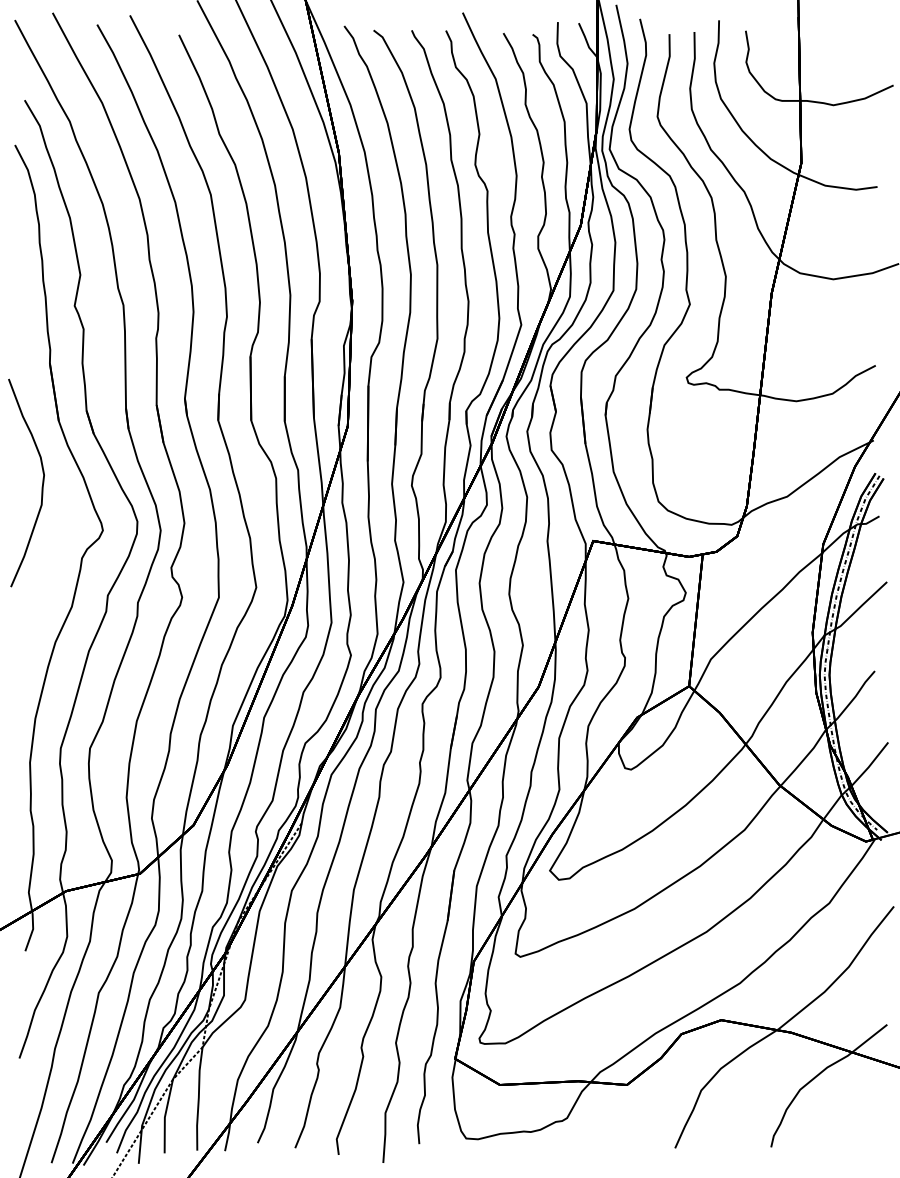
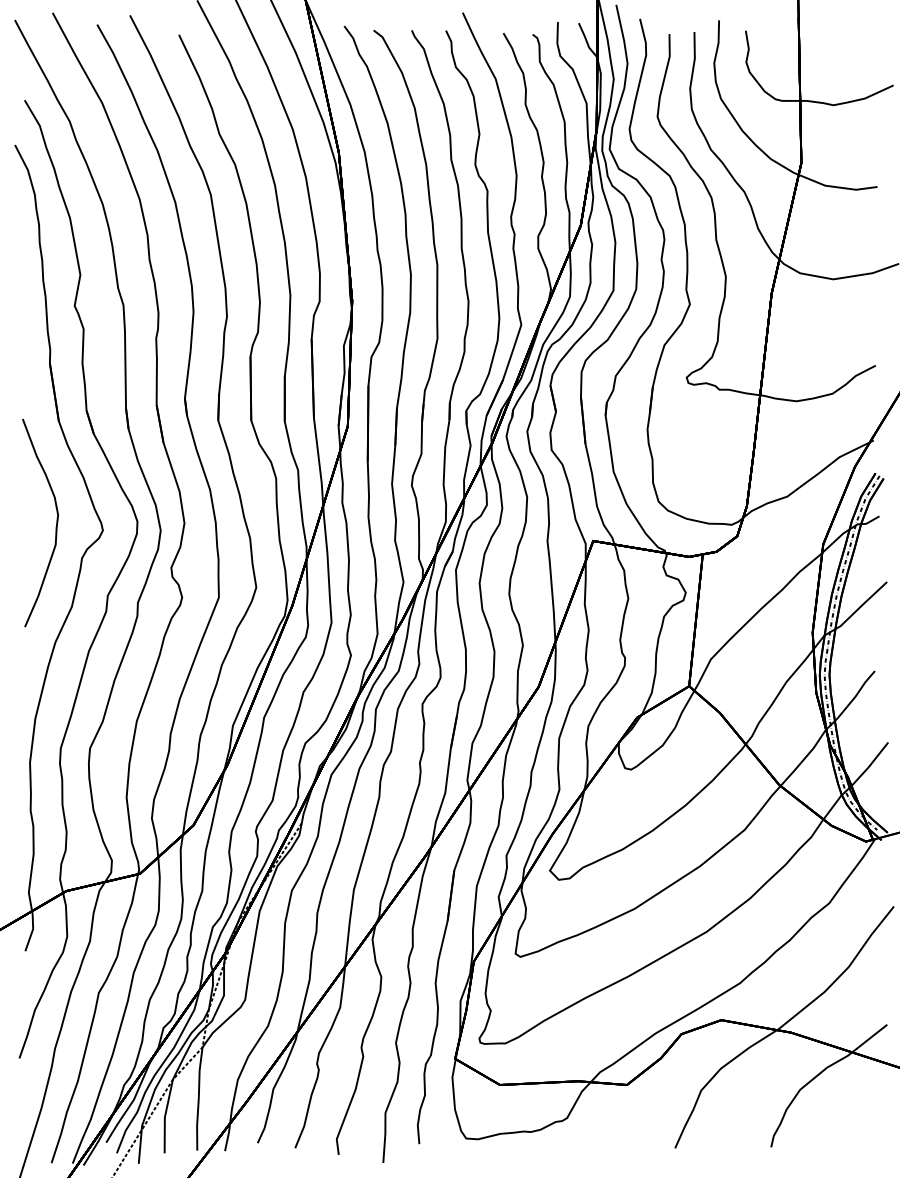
curve at (41, 486) position: (41, 486) -> (55, 526)
